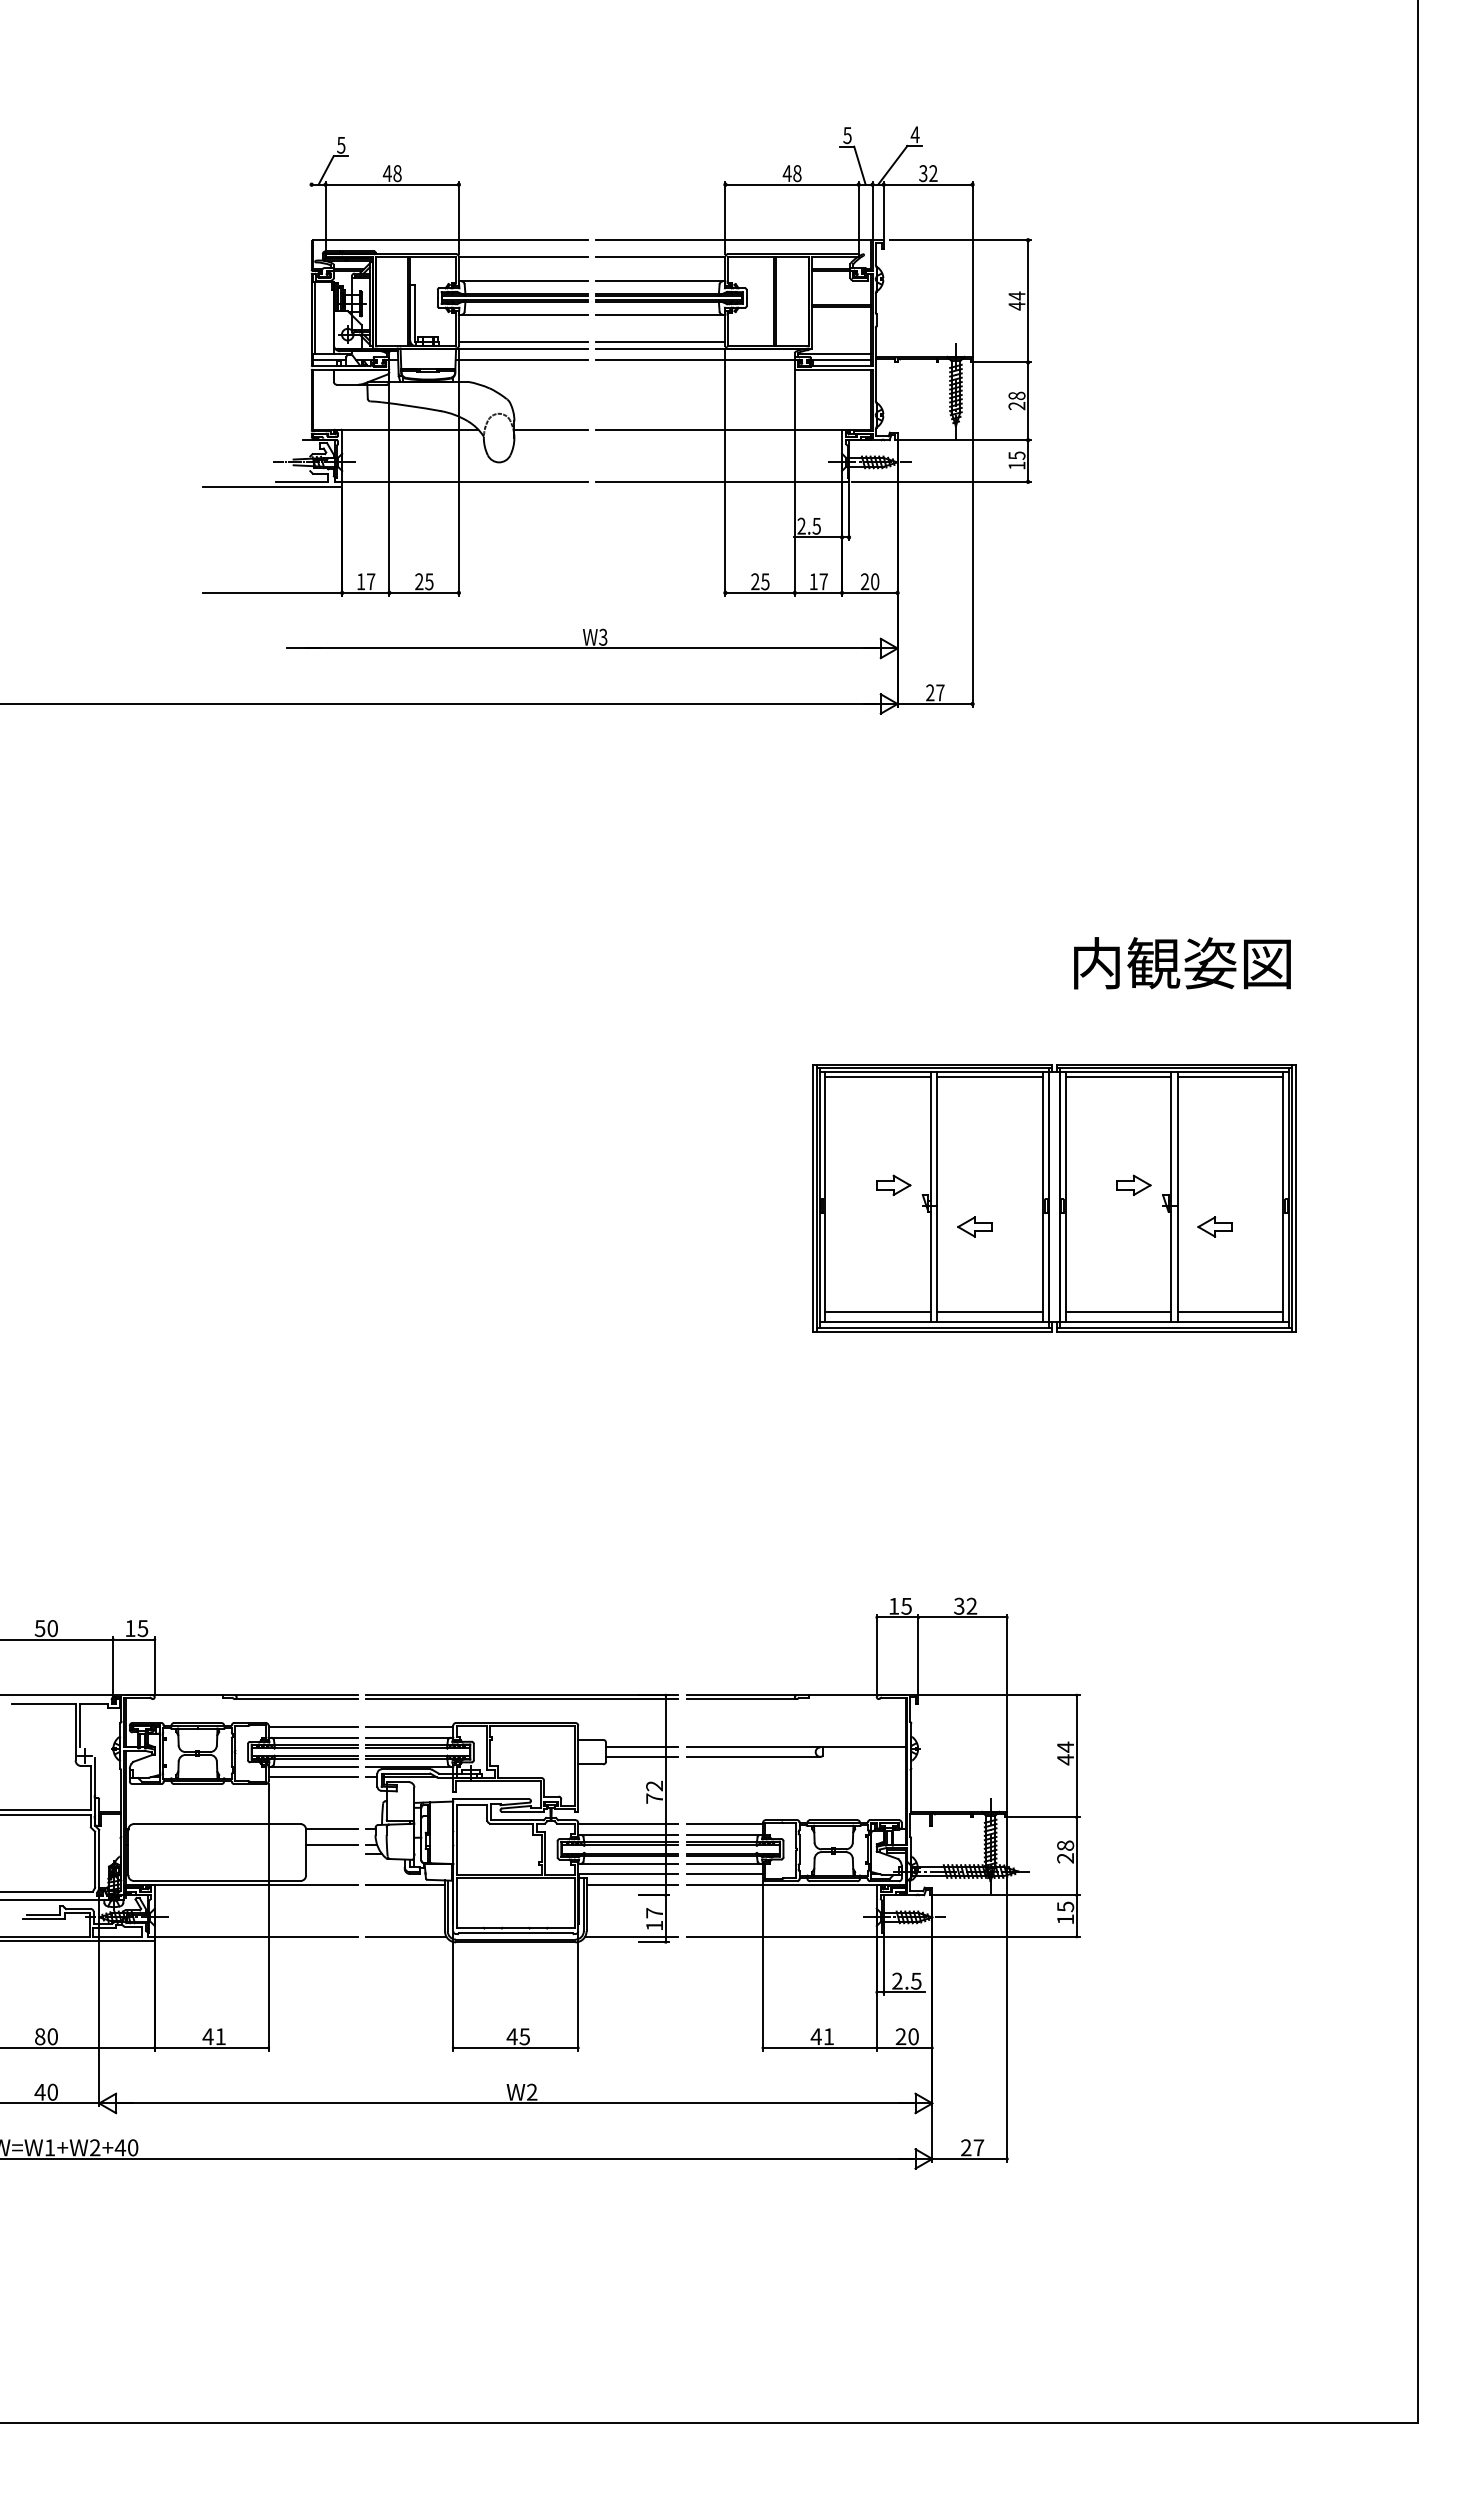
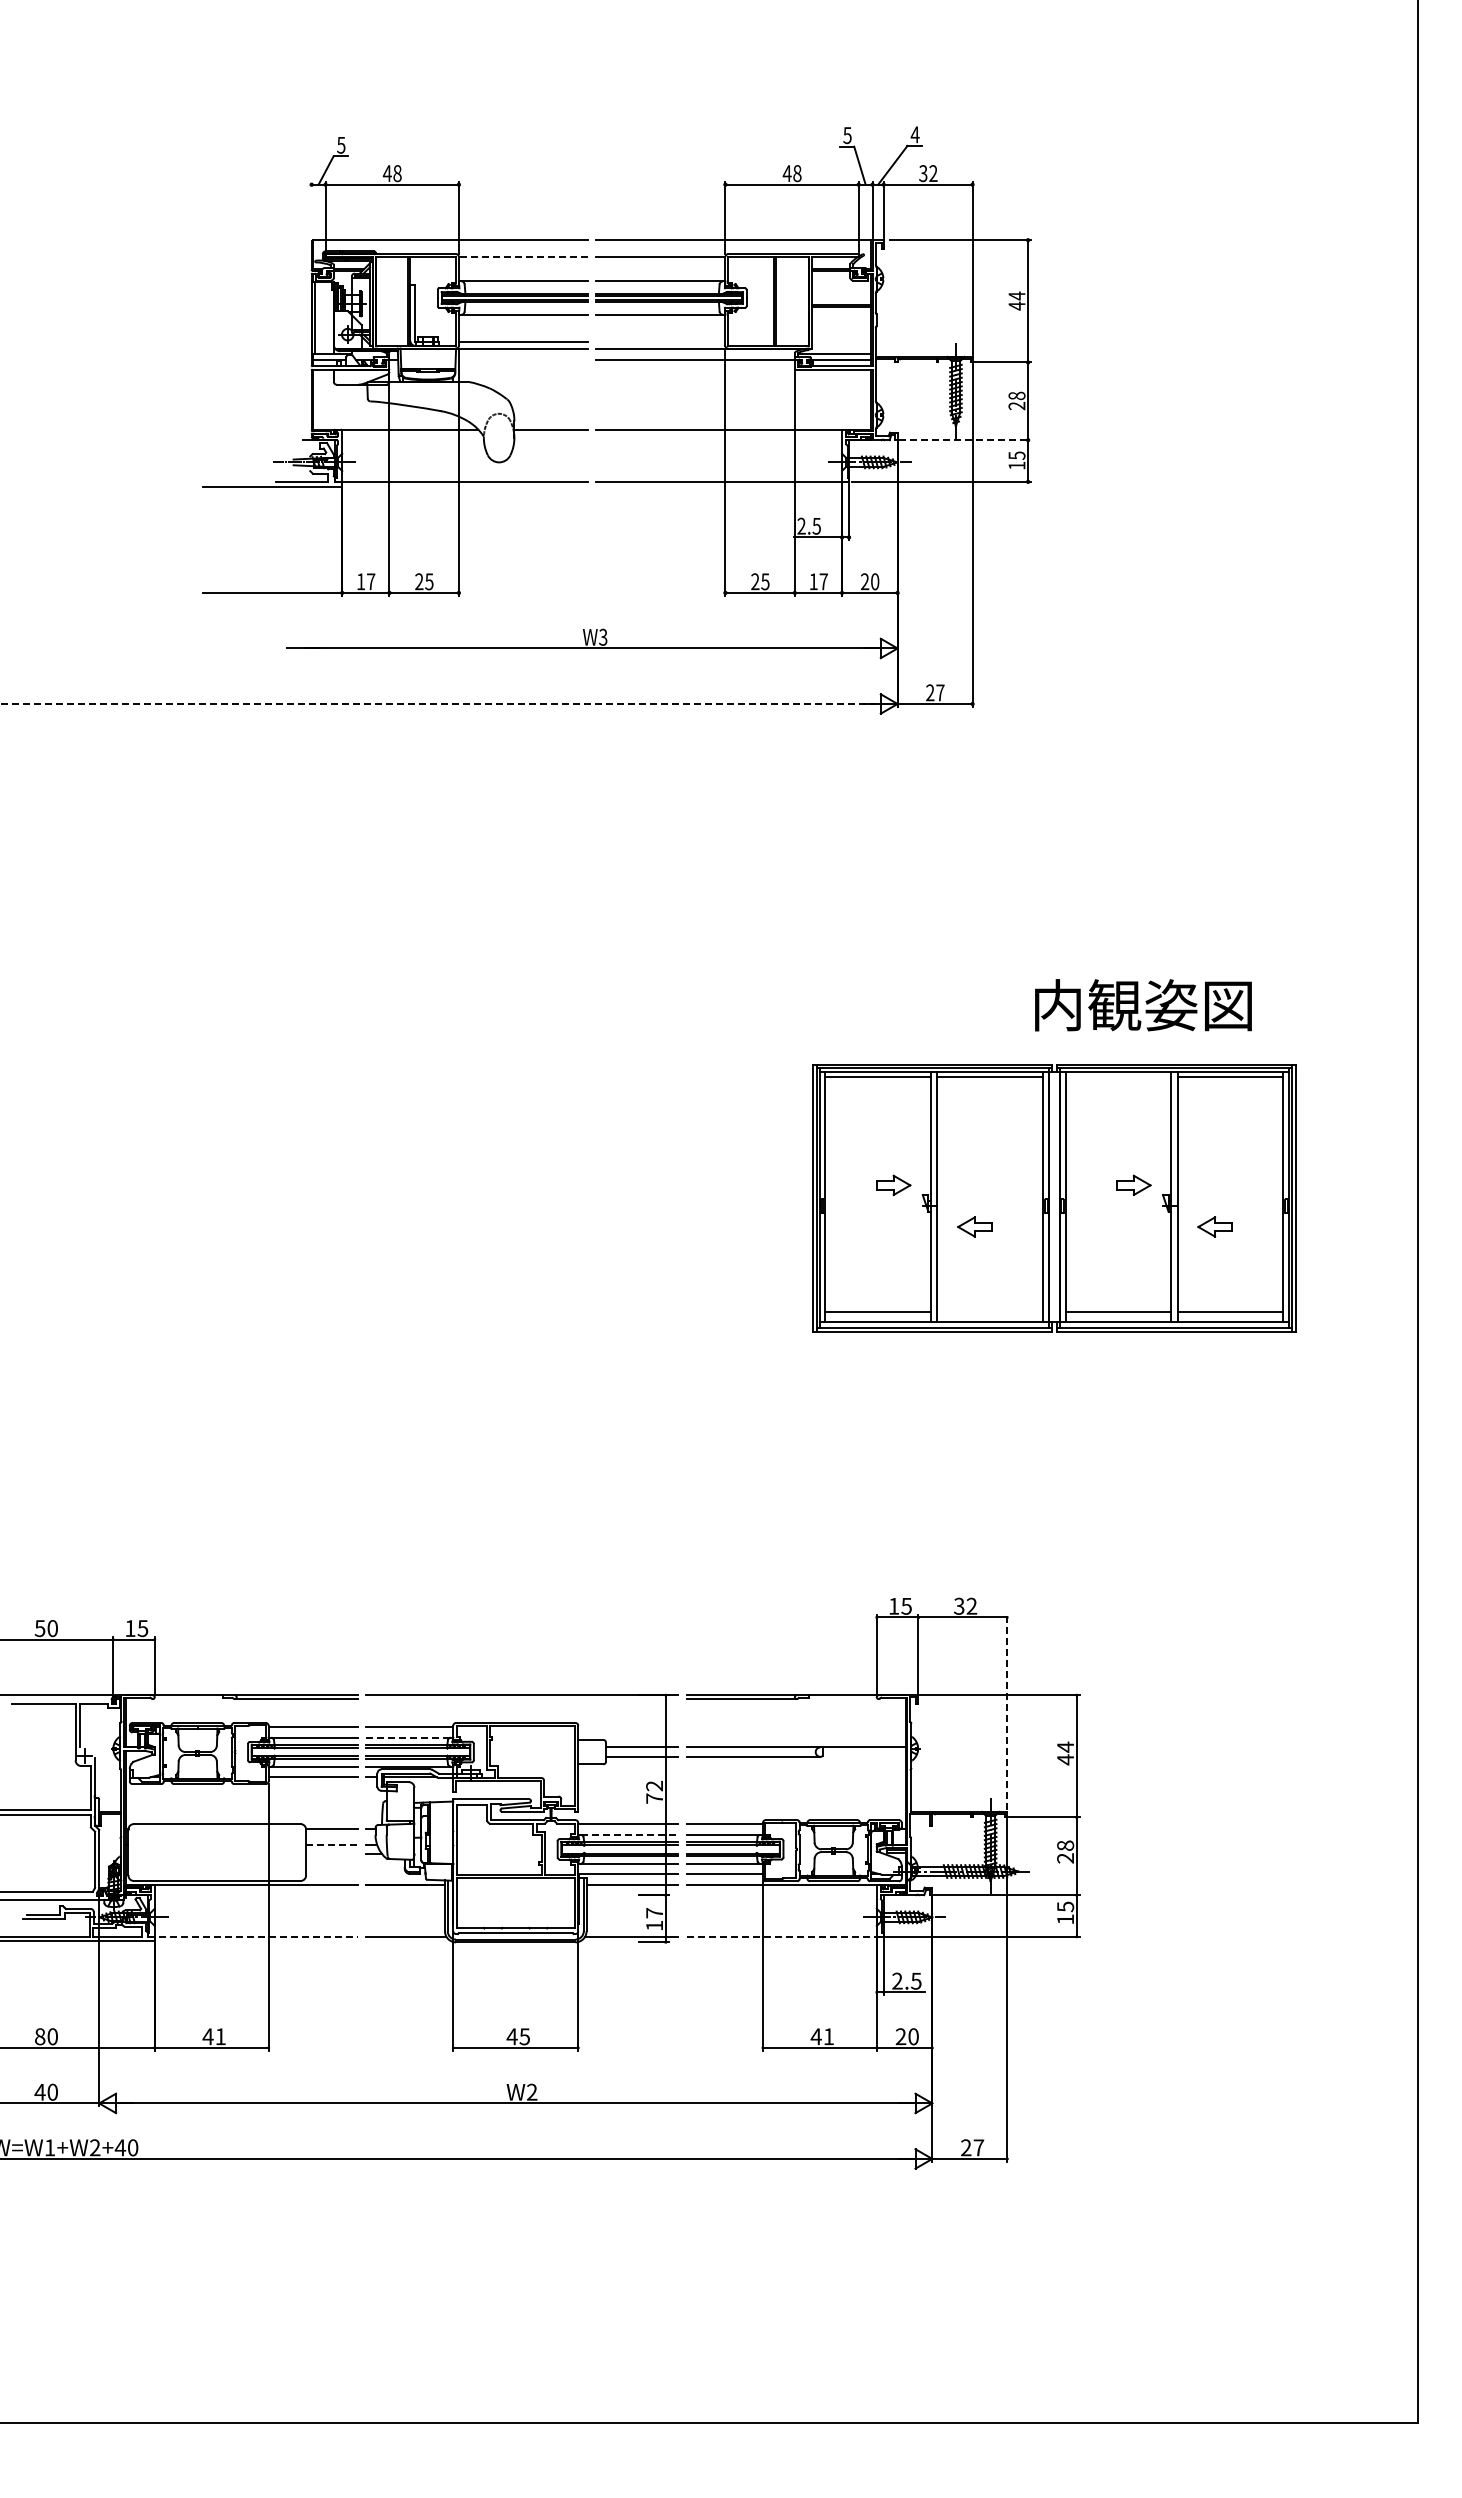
line at (523, 256): solid -> dashed
line at (660, 341): present -> none
line at (521, 359): present -> none
line at (965, 440): solid -> dashed
line at (439, 704): solid -> dashed
text at (1182, 963) position: (1182, 963) -> (1143, 1005)
line at (1118, 1077): present -> none
line at (990, 1311): present -> none
line at (522, 1699): present -> none
line at (1007, 1712): solid -> dashed
line at (408, 1737): solid -> dashed
line at (629, 1834): solid -> dashed
line at (331, 1844): solid -> dashed
line at (252, 1936): solid -> dashed
line at (785, 1936): solid -> dashed
